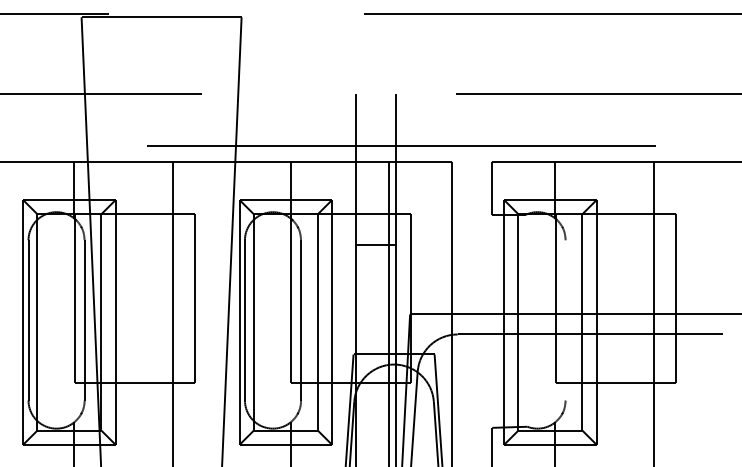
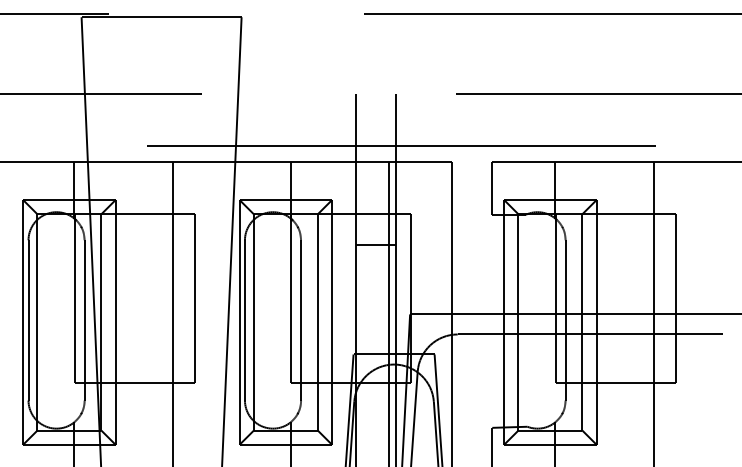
line at (565, 320): none -> present
